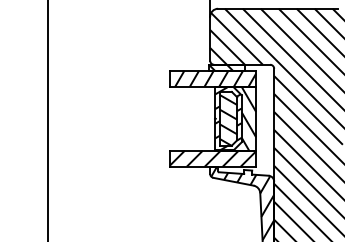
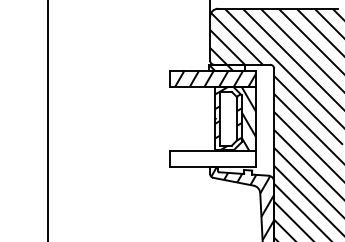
hatch at (228, 119): present -> none
hatch at (212, 158): present -> none
